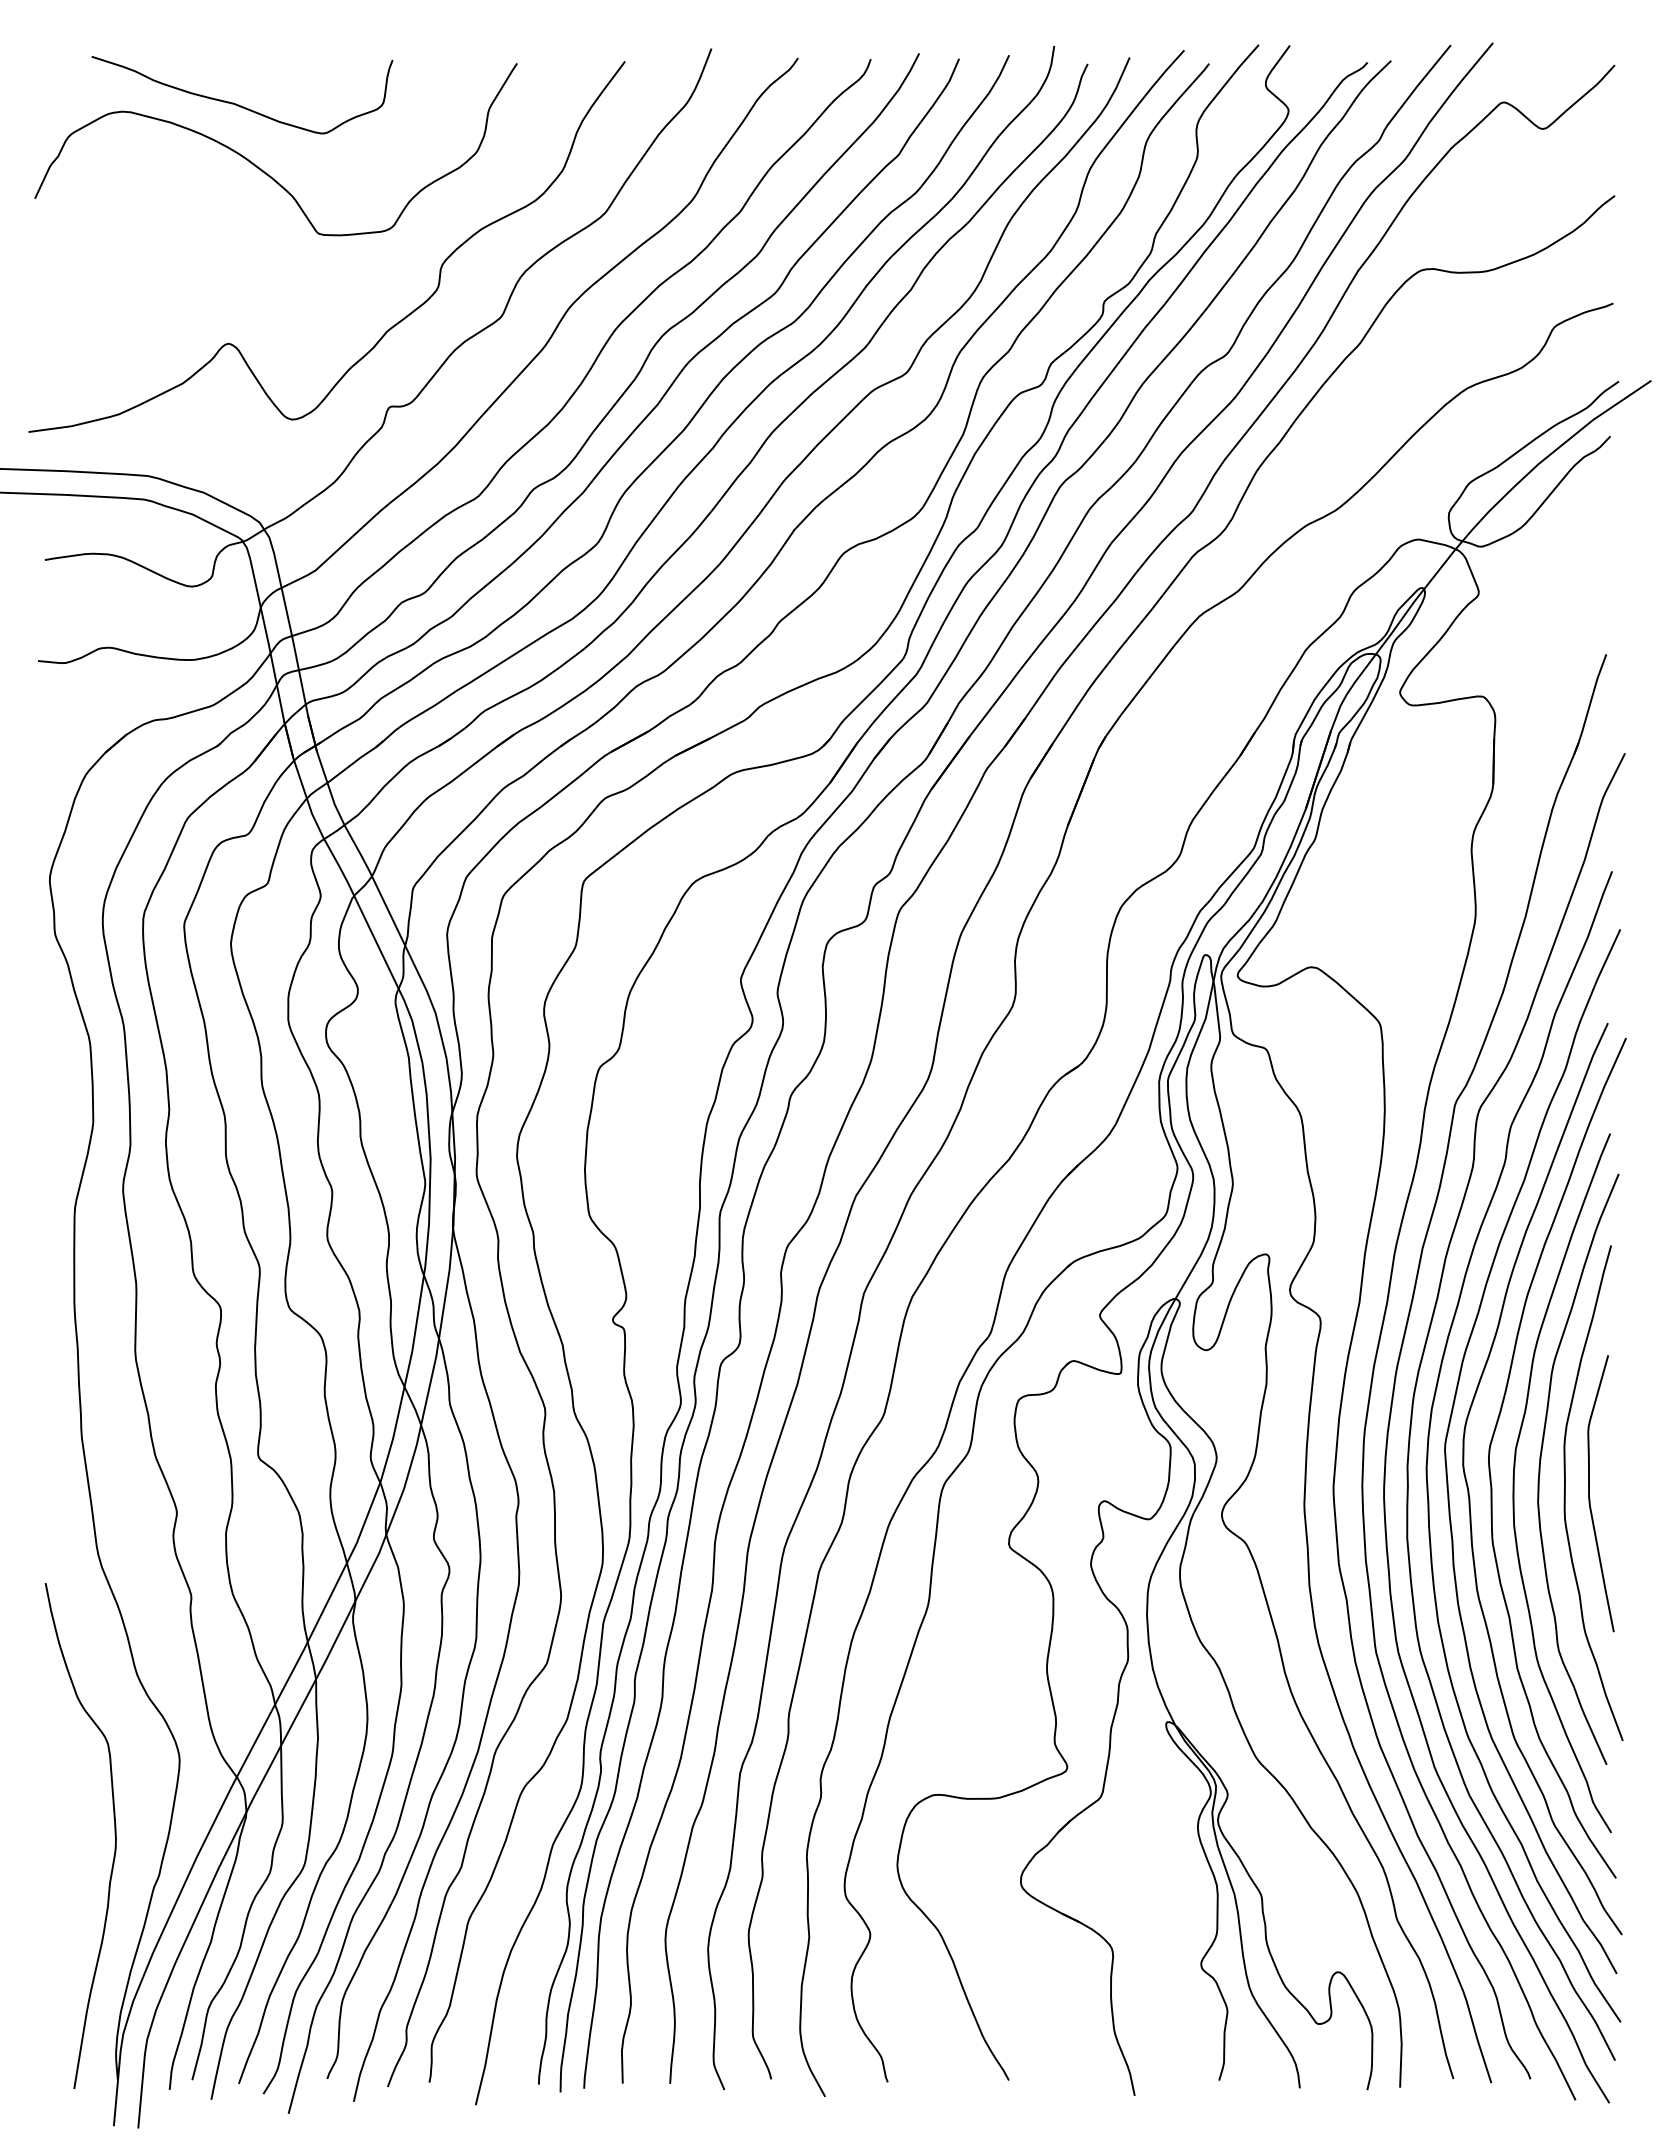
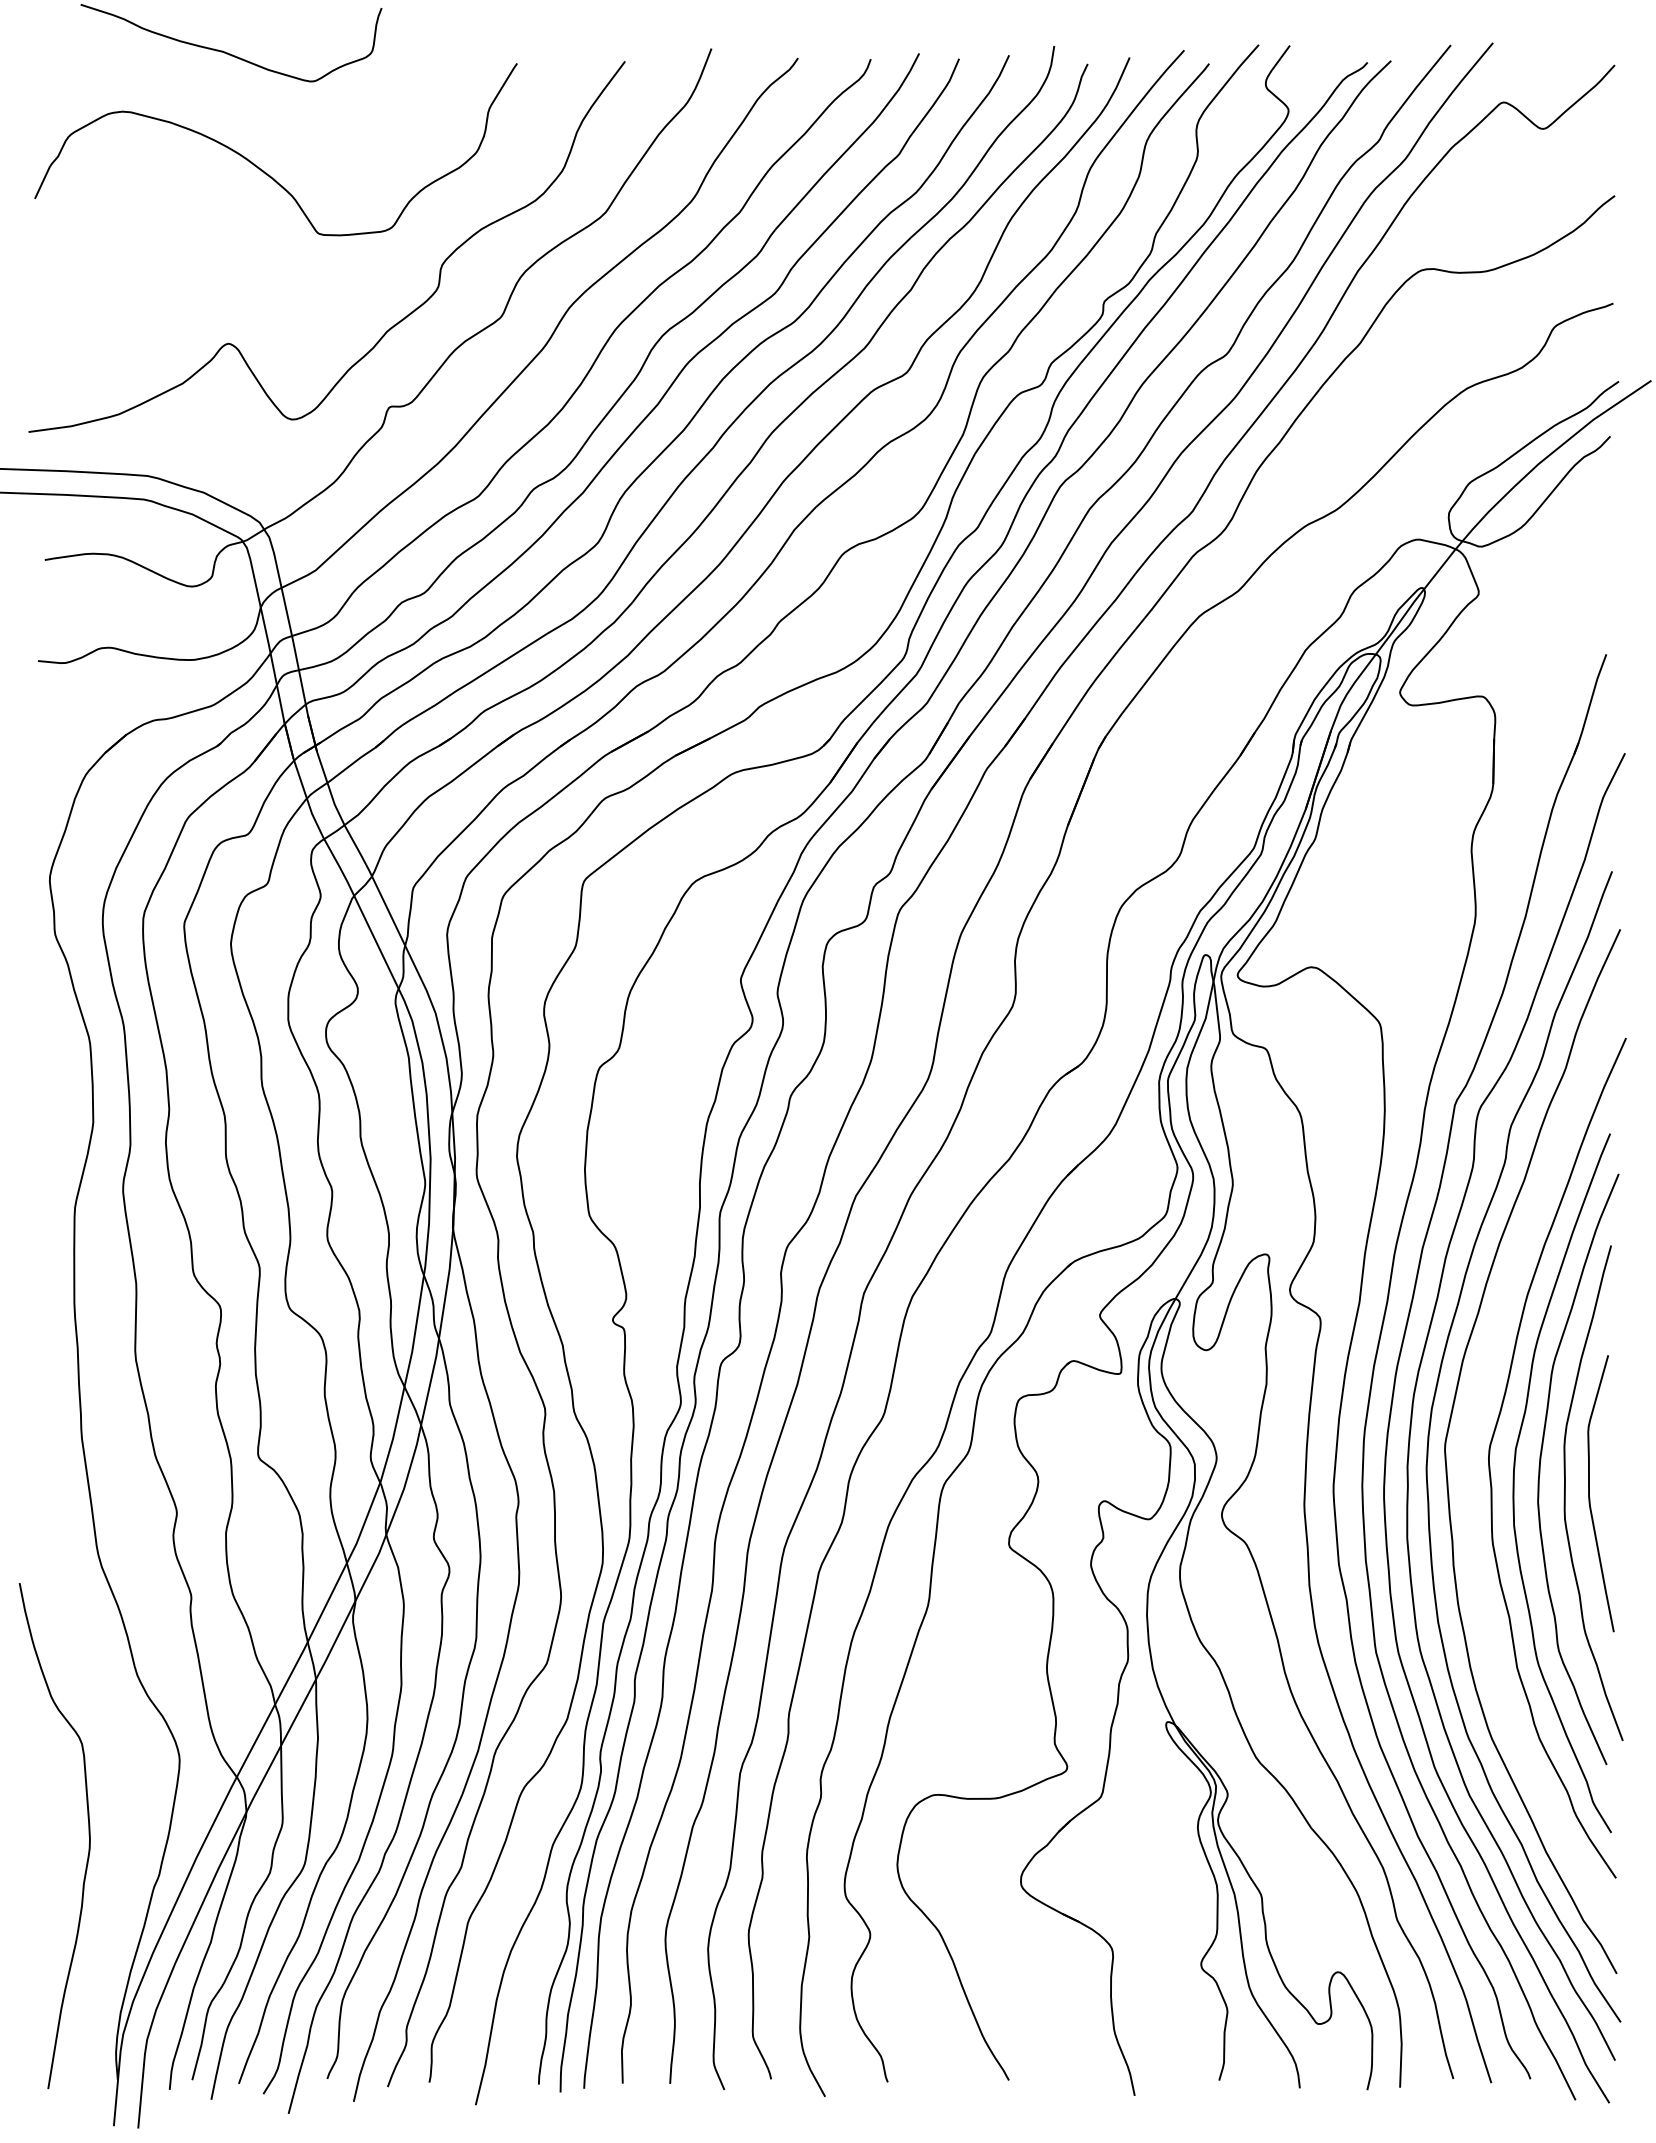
curve at (238, 104) position: (238, 104) -> (227, 52)
curve at (1469, 1490): present -> none
curve at (114, 1835) position: (114, 1835) -> (88, 1835)
